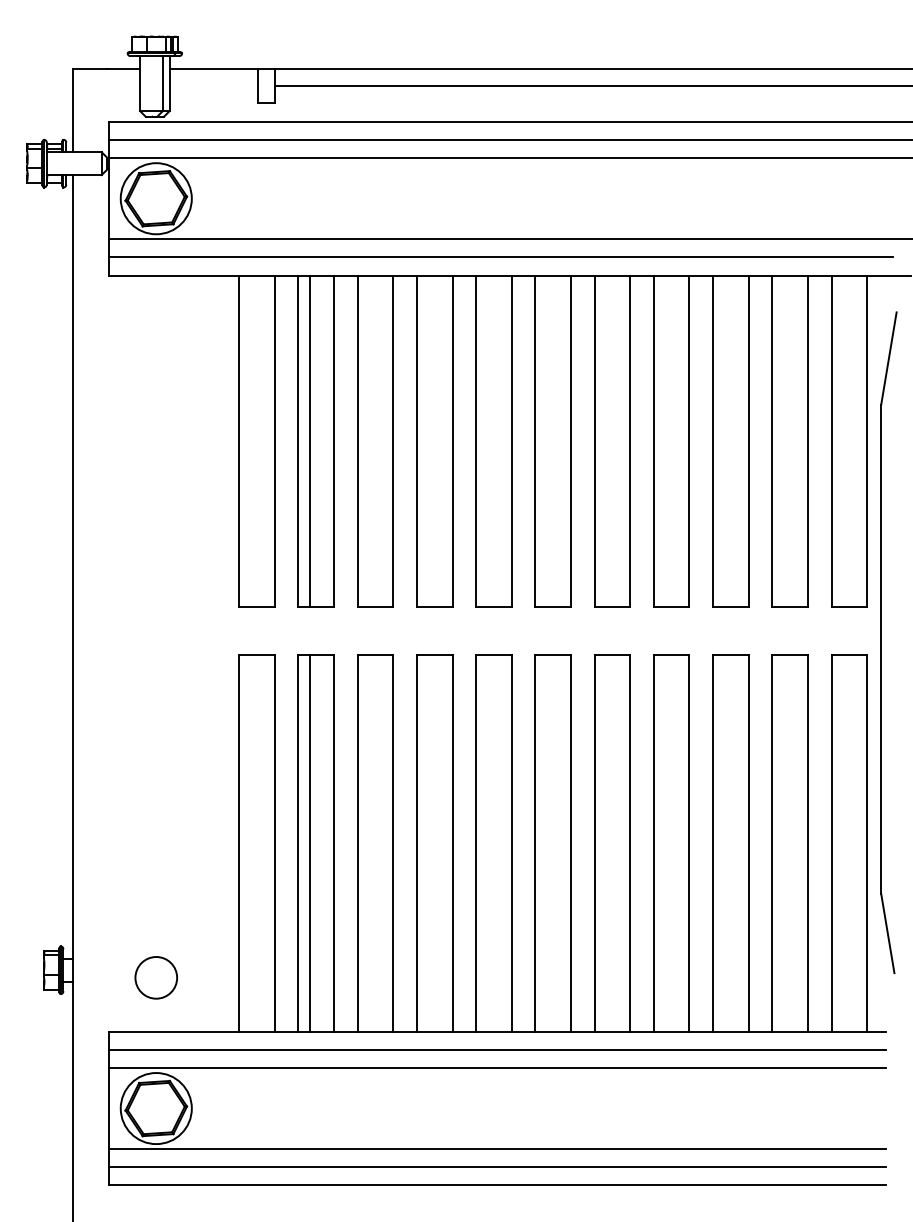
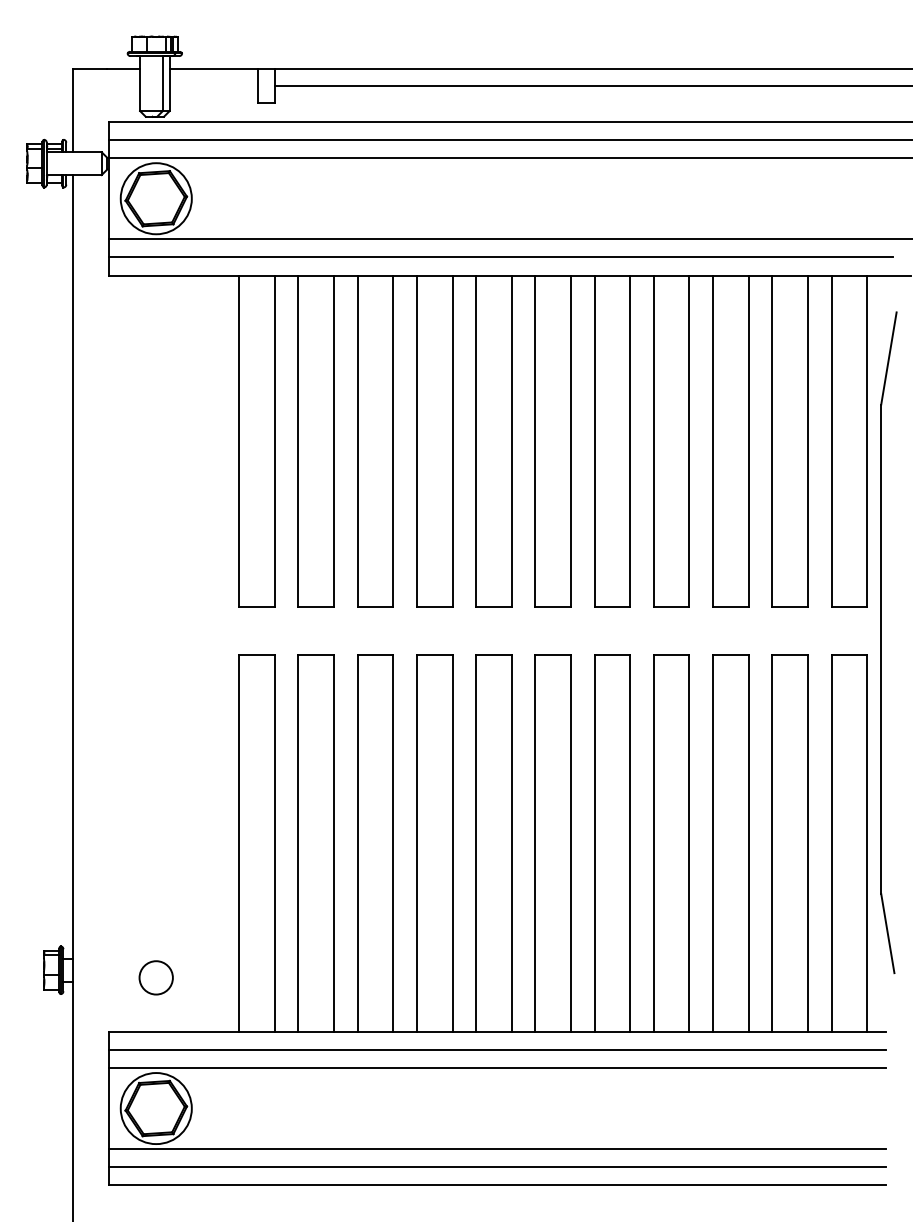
line at (310, 441): present -> none
line at (310, 842): present -> none
circle at (155, 977) size: 44x44 px -> 36x36 px
